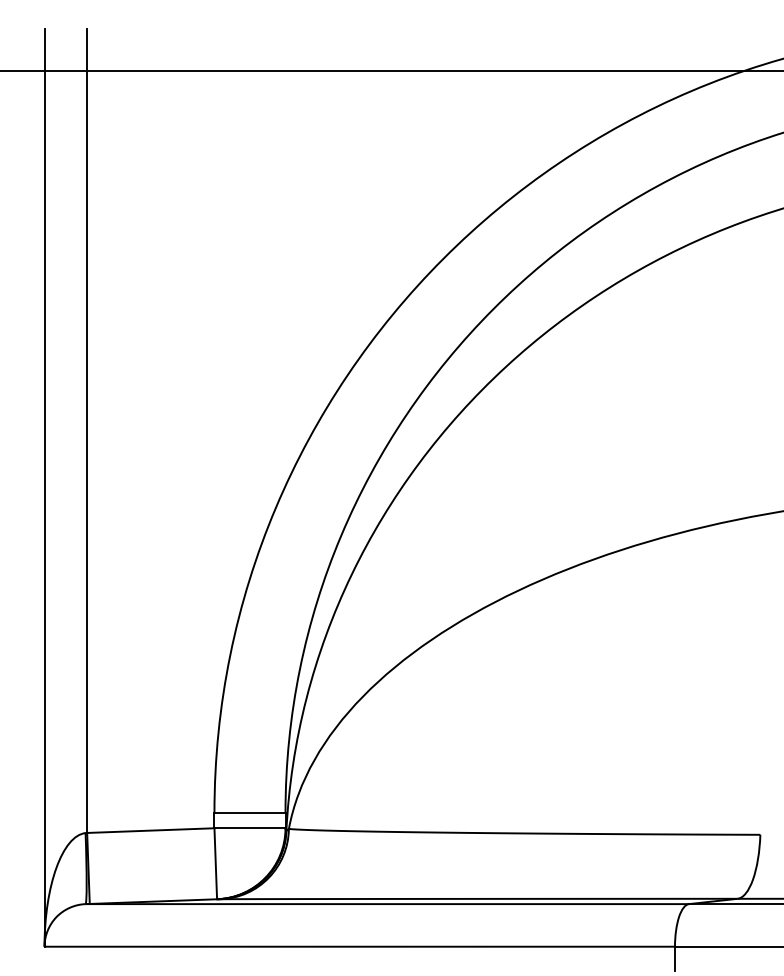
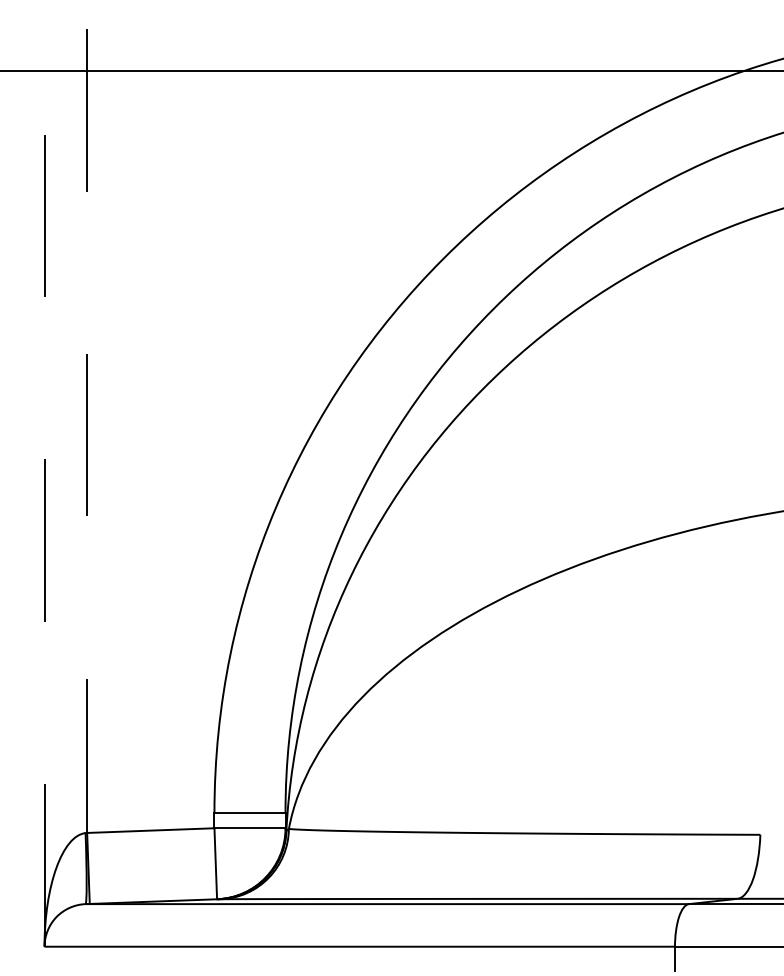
line at (87, 431): solid -> dashed
line at (44, 487): solid -> dashed
